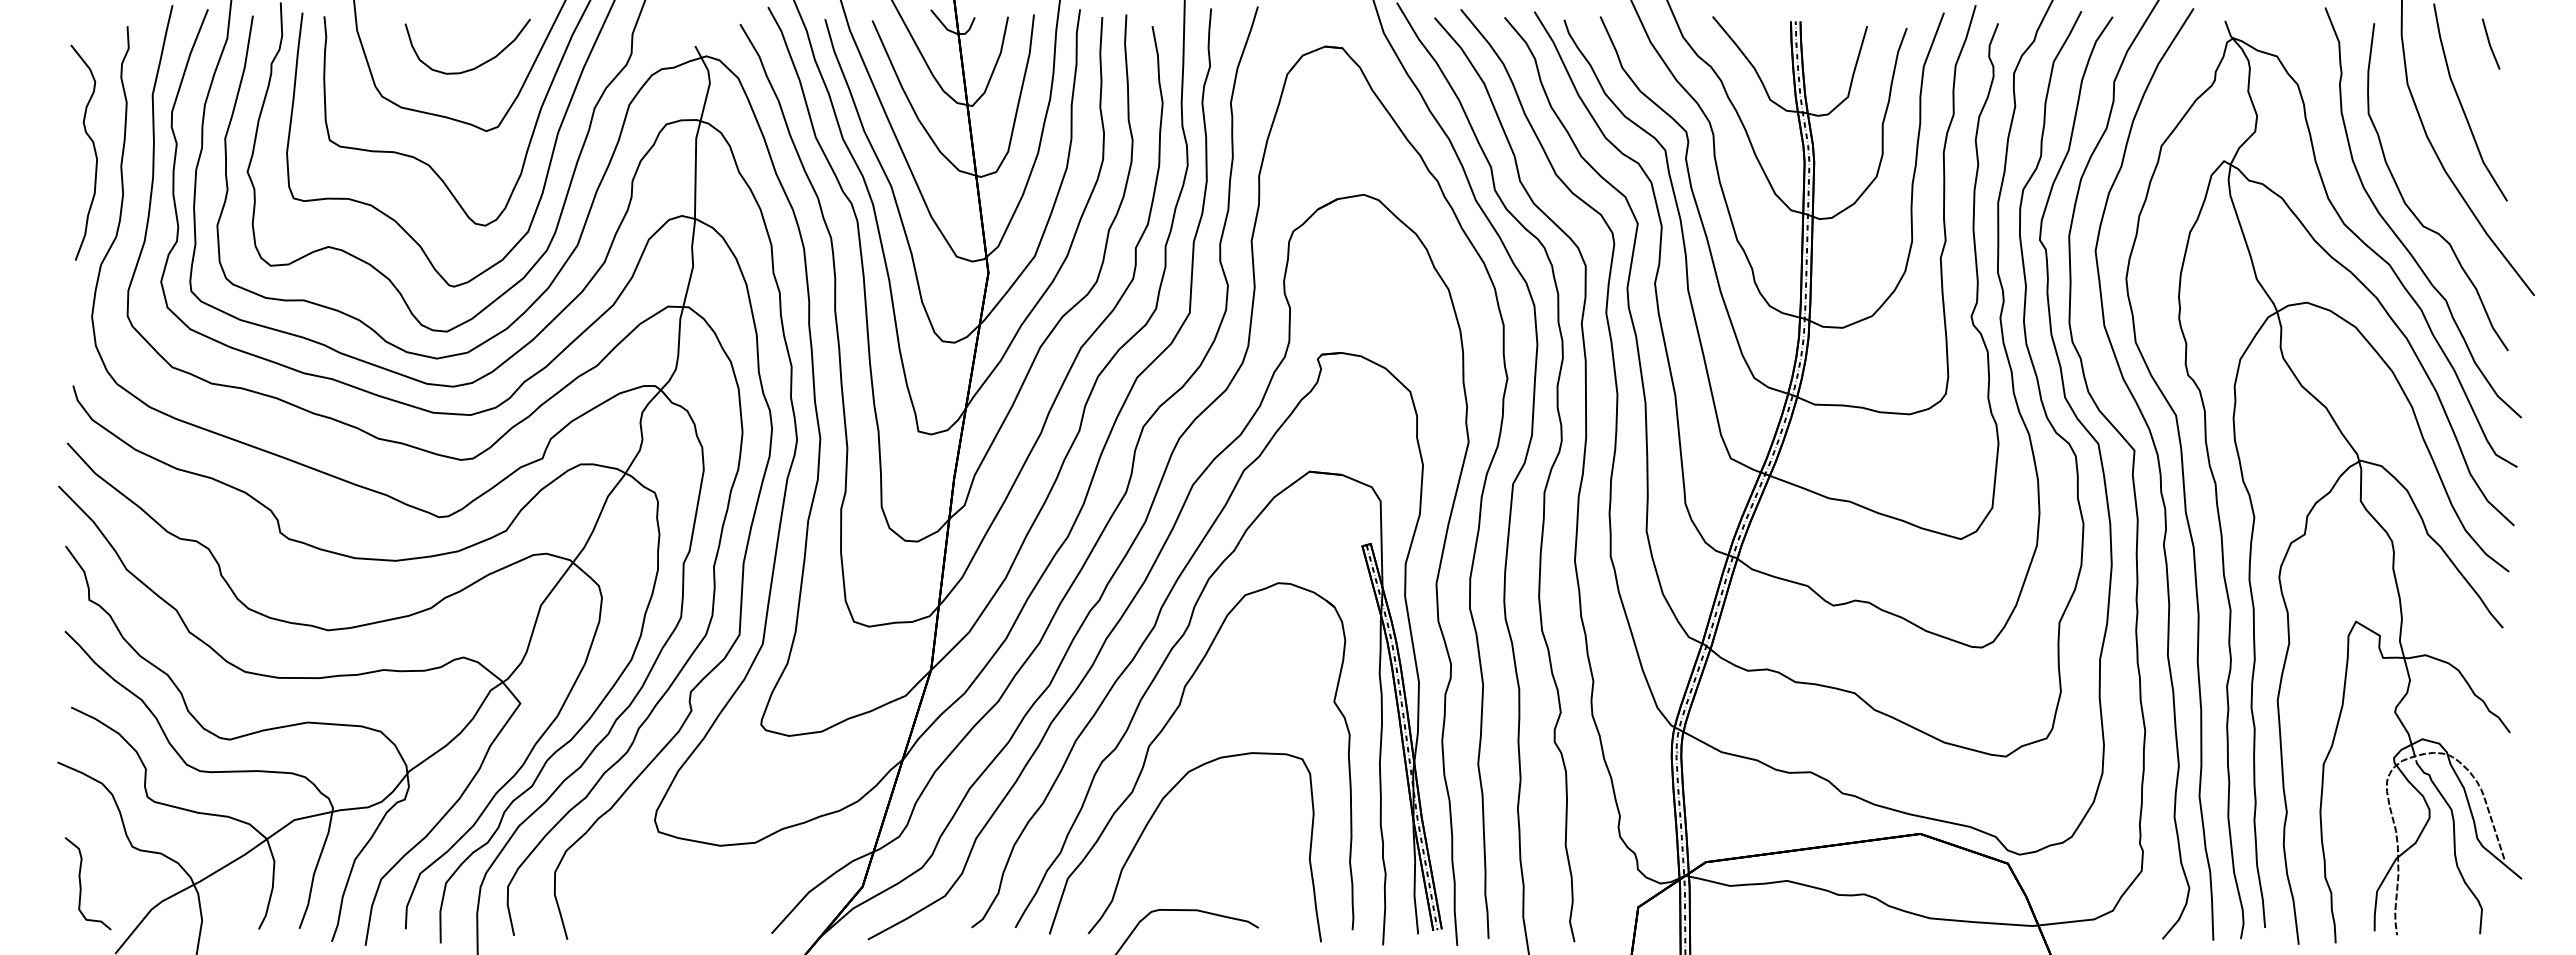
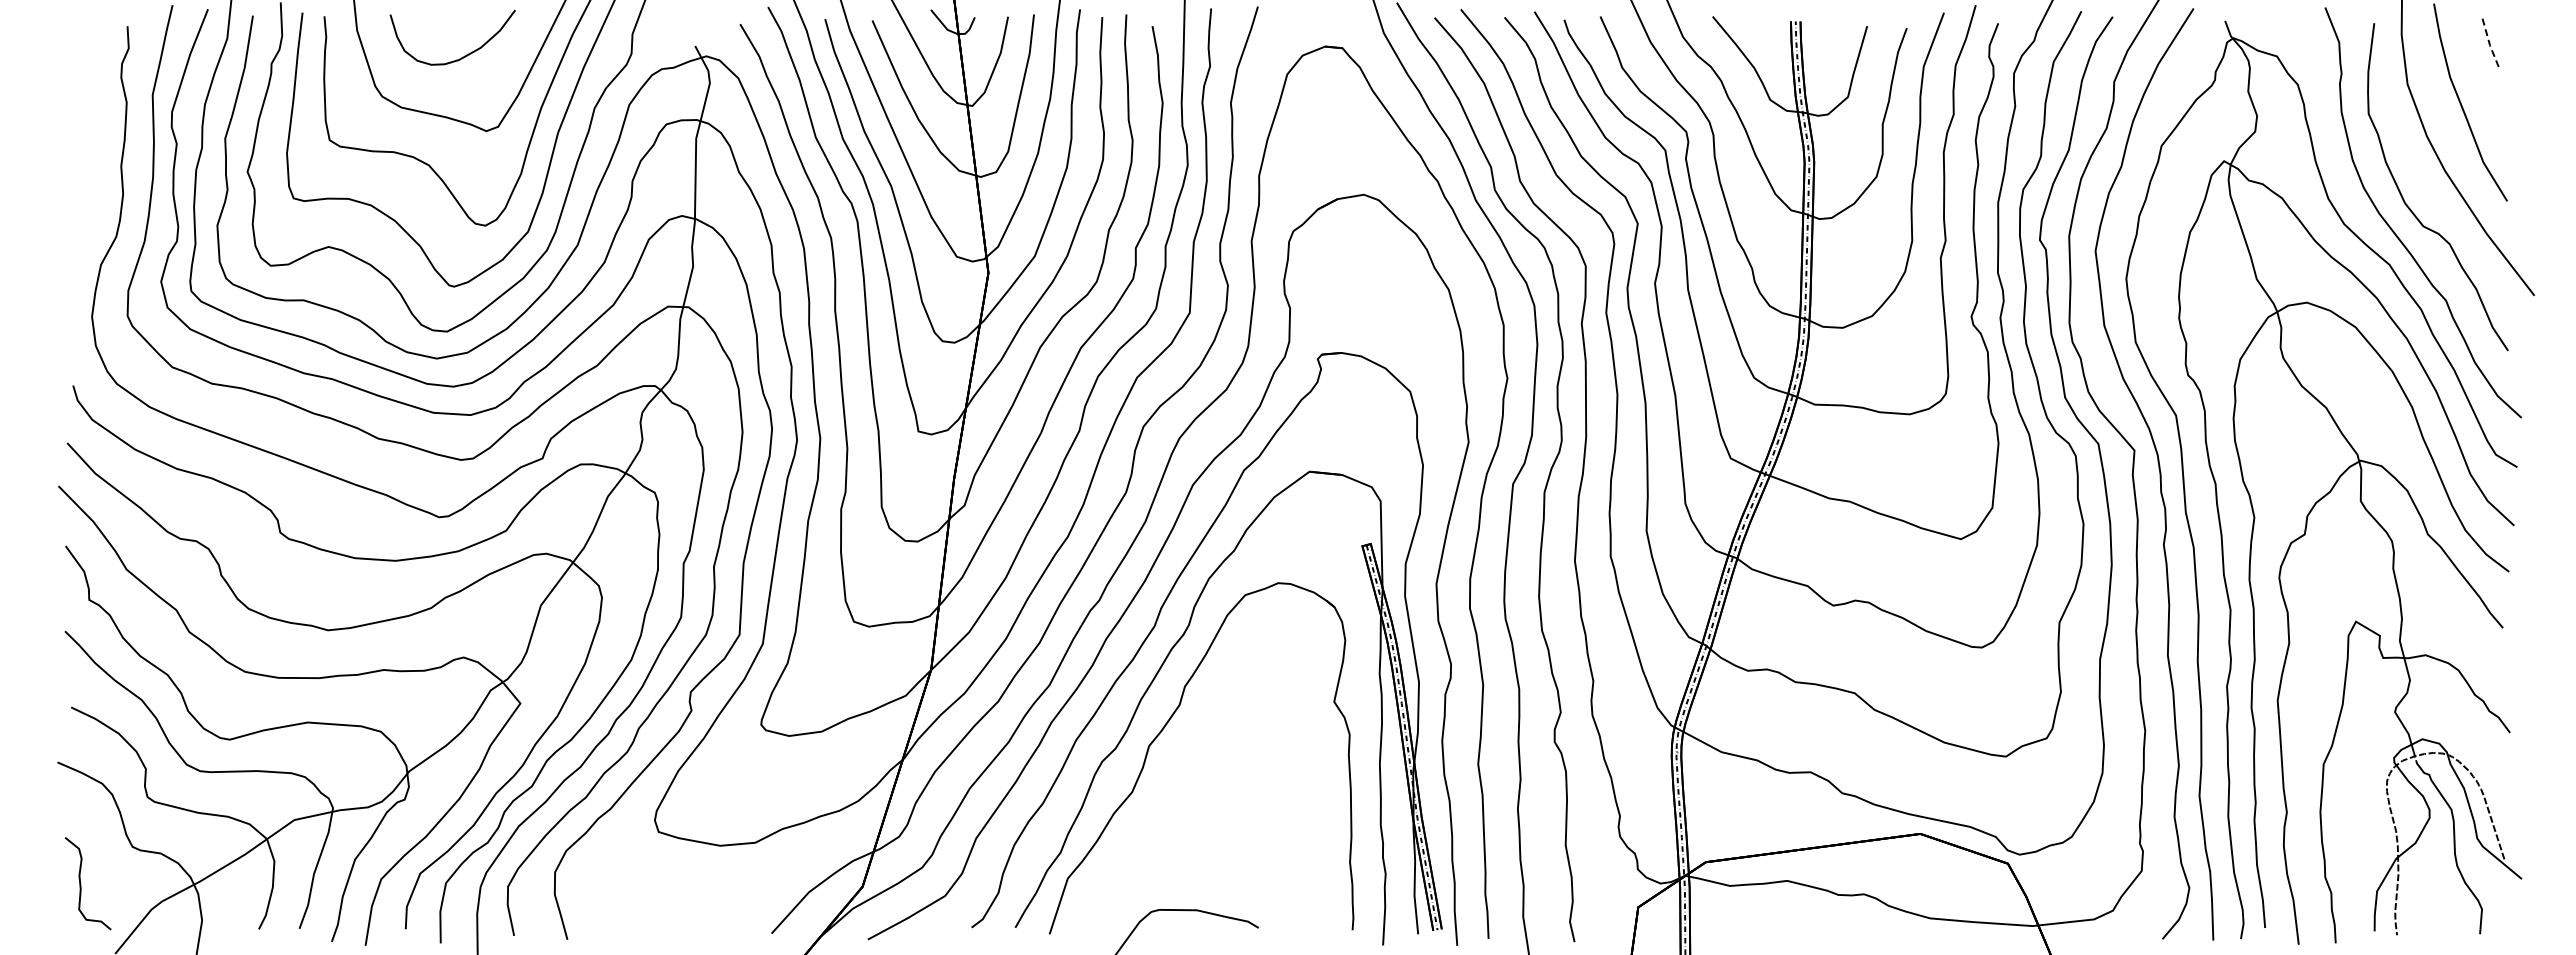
line at (2490, 45): solid -> dashed
curve at (479, 64) position: (479, 64) -> (464, 55)
curve at (93, 148): present -> none
curve at (1153, 816): present -> none
